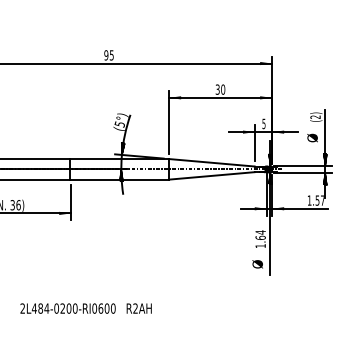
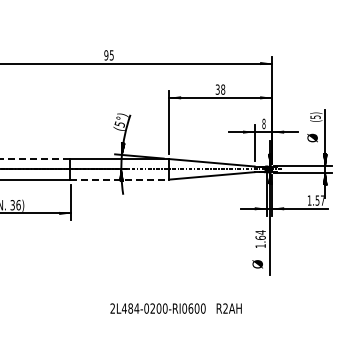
text at (223, 89): 30 -> 38
text at (315, 116): (2) -> (5)
text at (263, 124): 5 -> 8
line at (35, 159): solid -> dashed
line at (119, 179): solid -> dashed
text at (85, 308) position: (85, 308) -> (175, 308)
